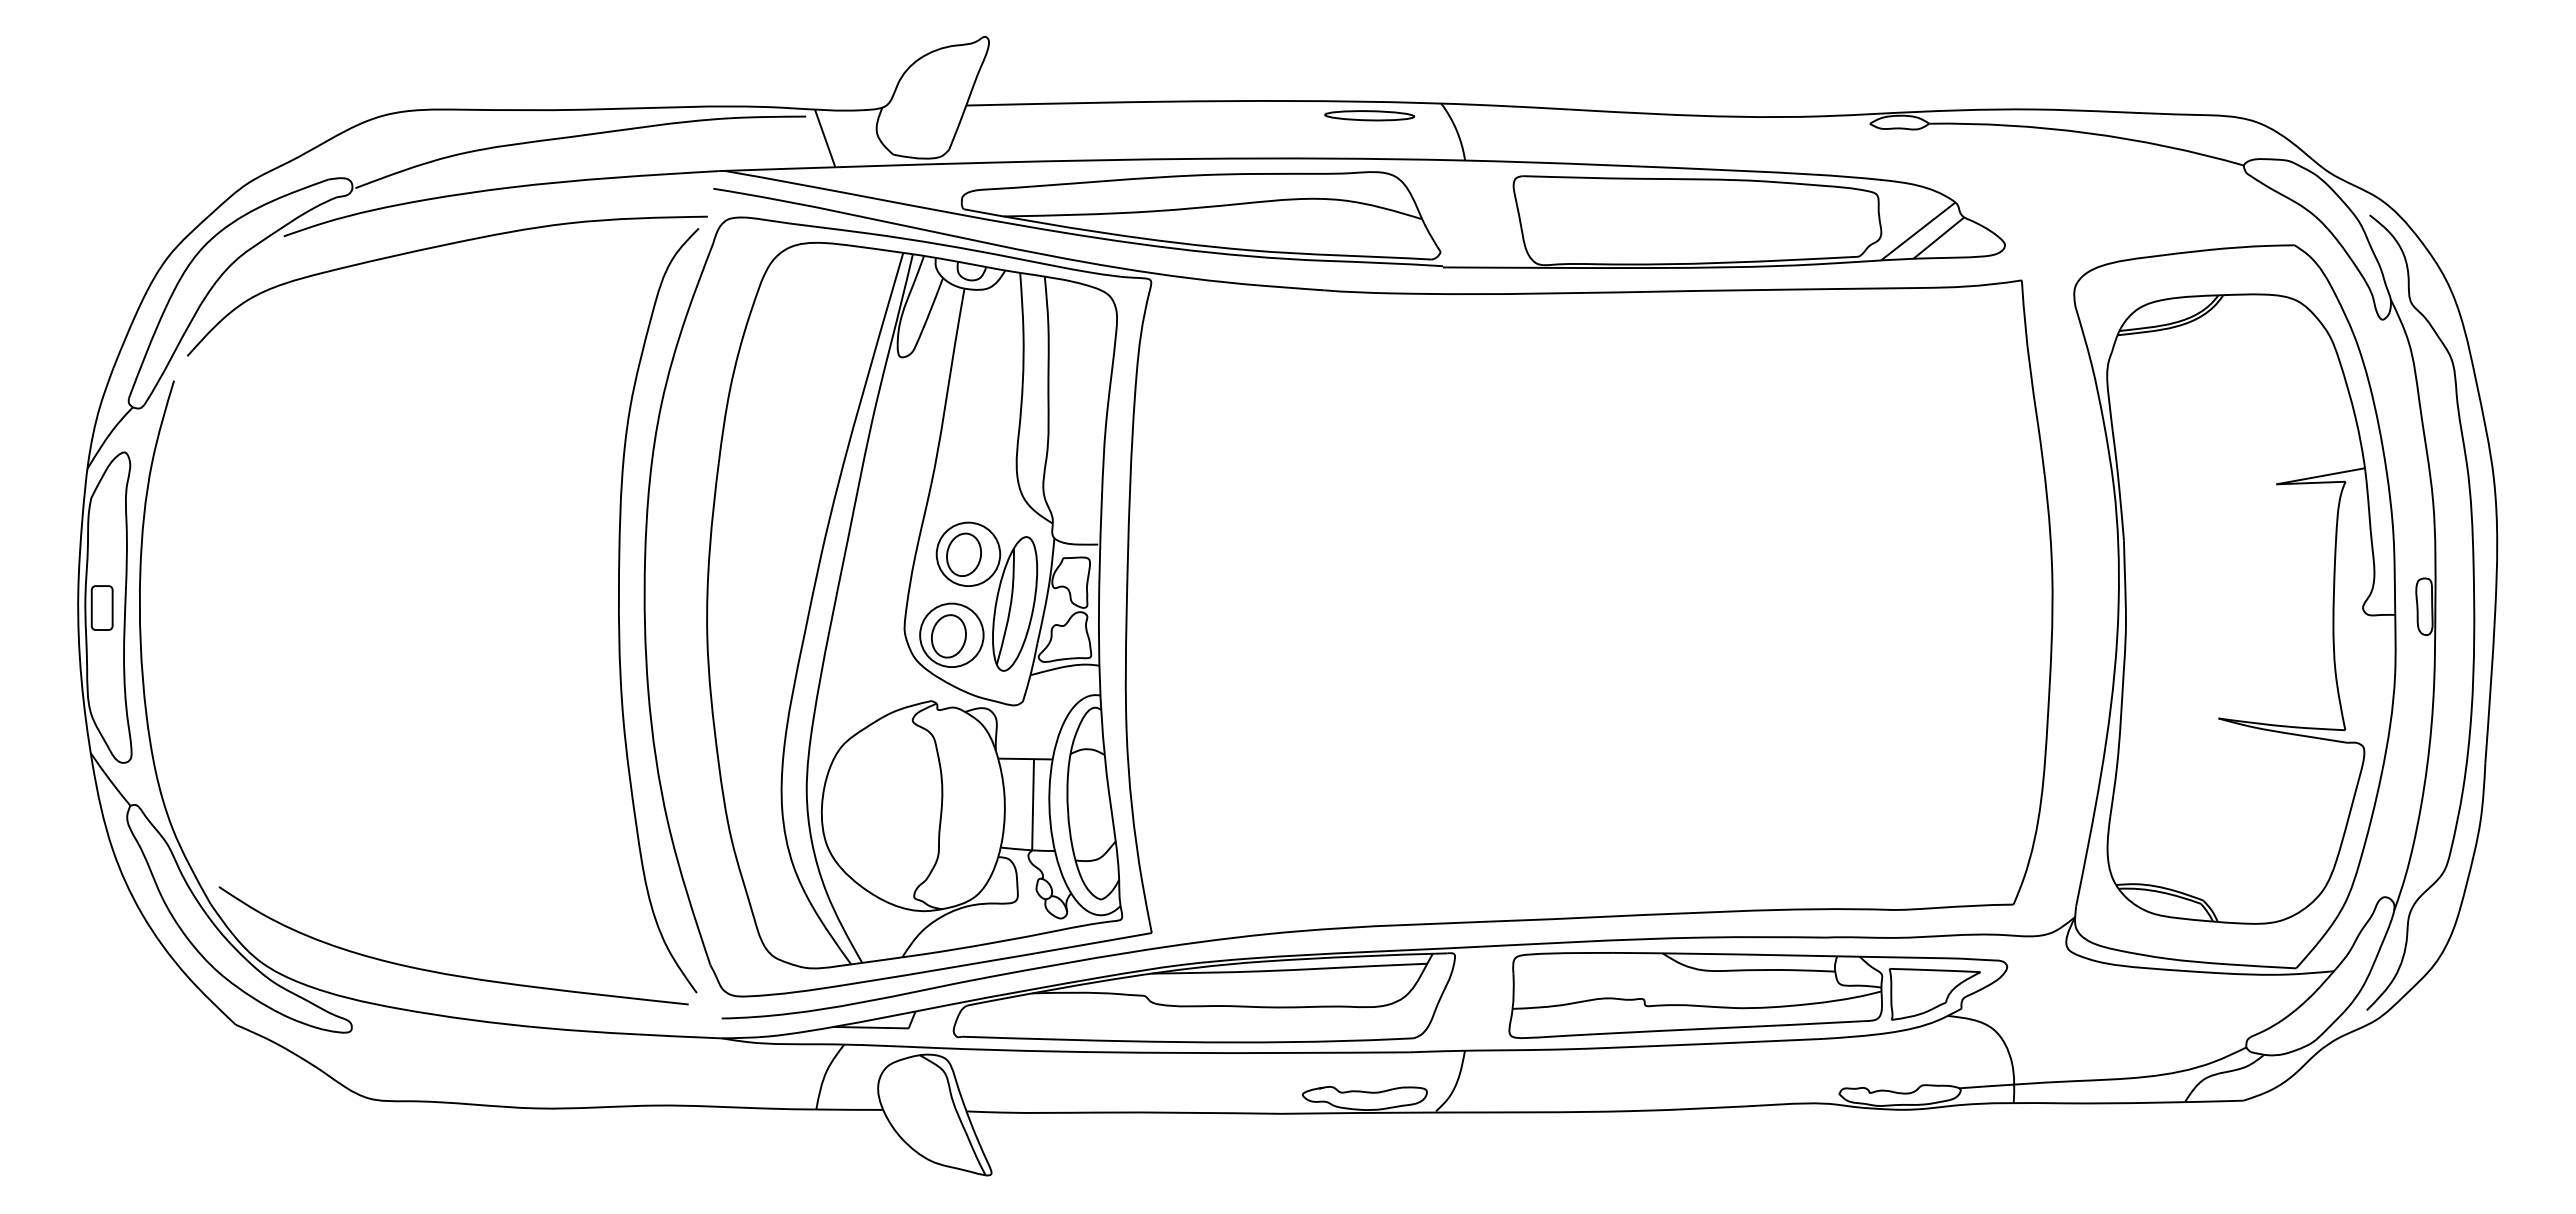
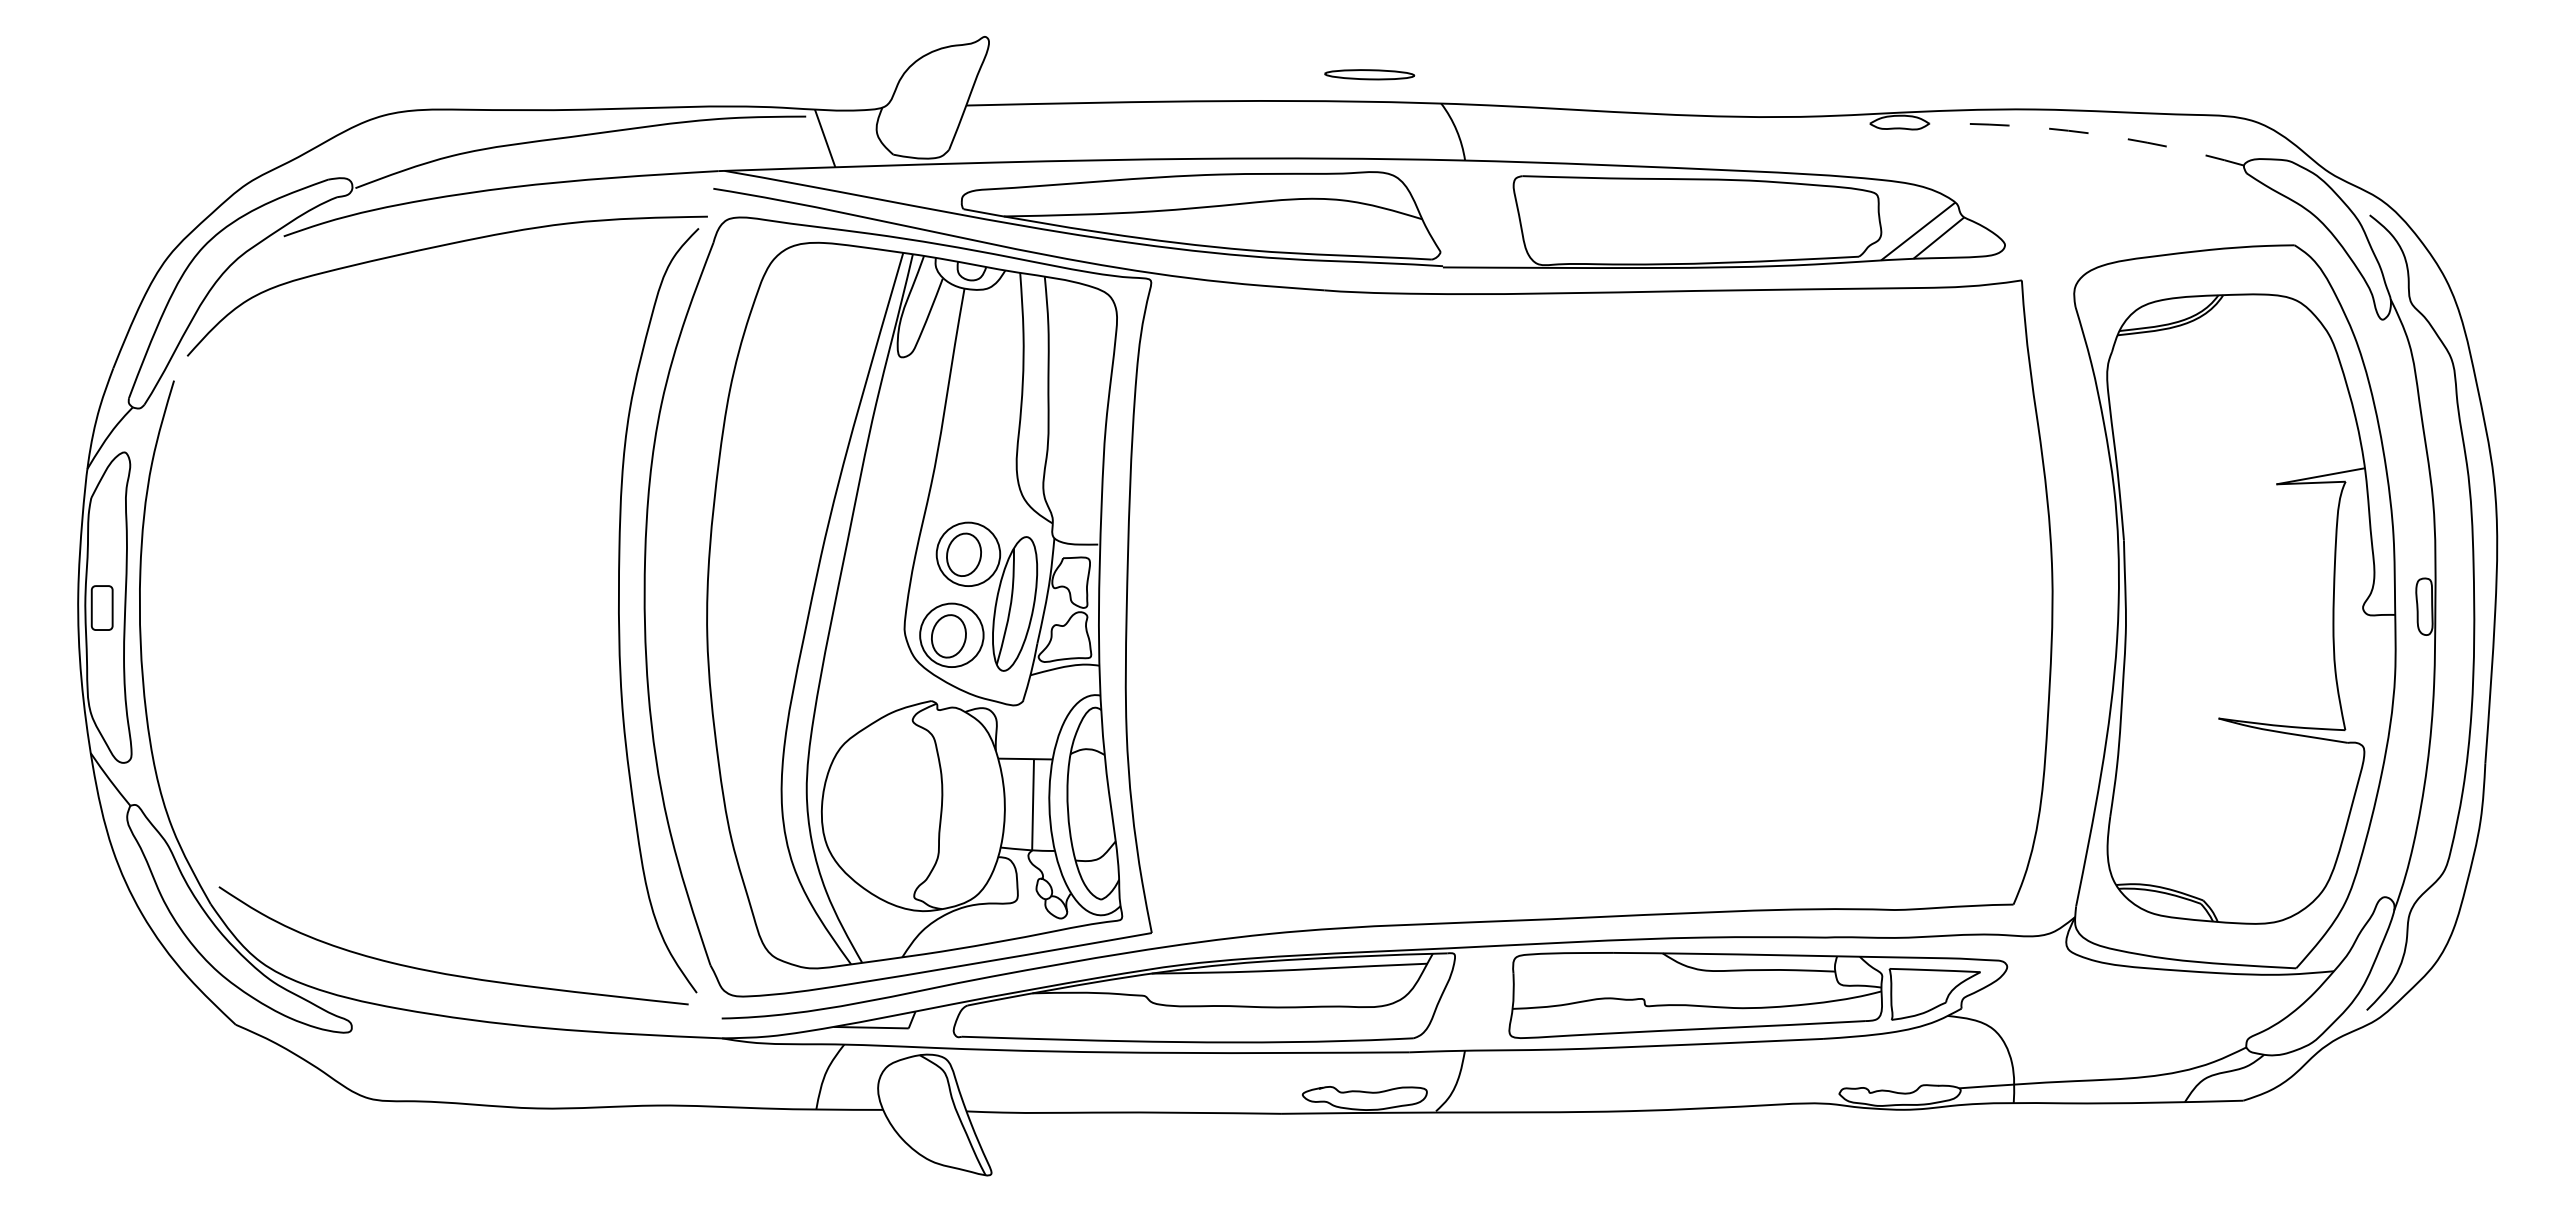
part at (1369, 115) position: (1369, 115) -> (1369, 74)
arc at (2088, 133): solid -> dashed
